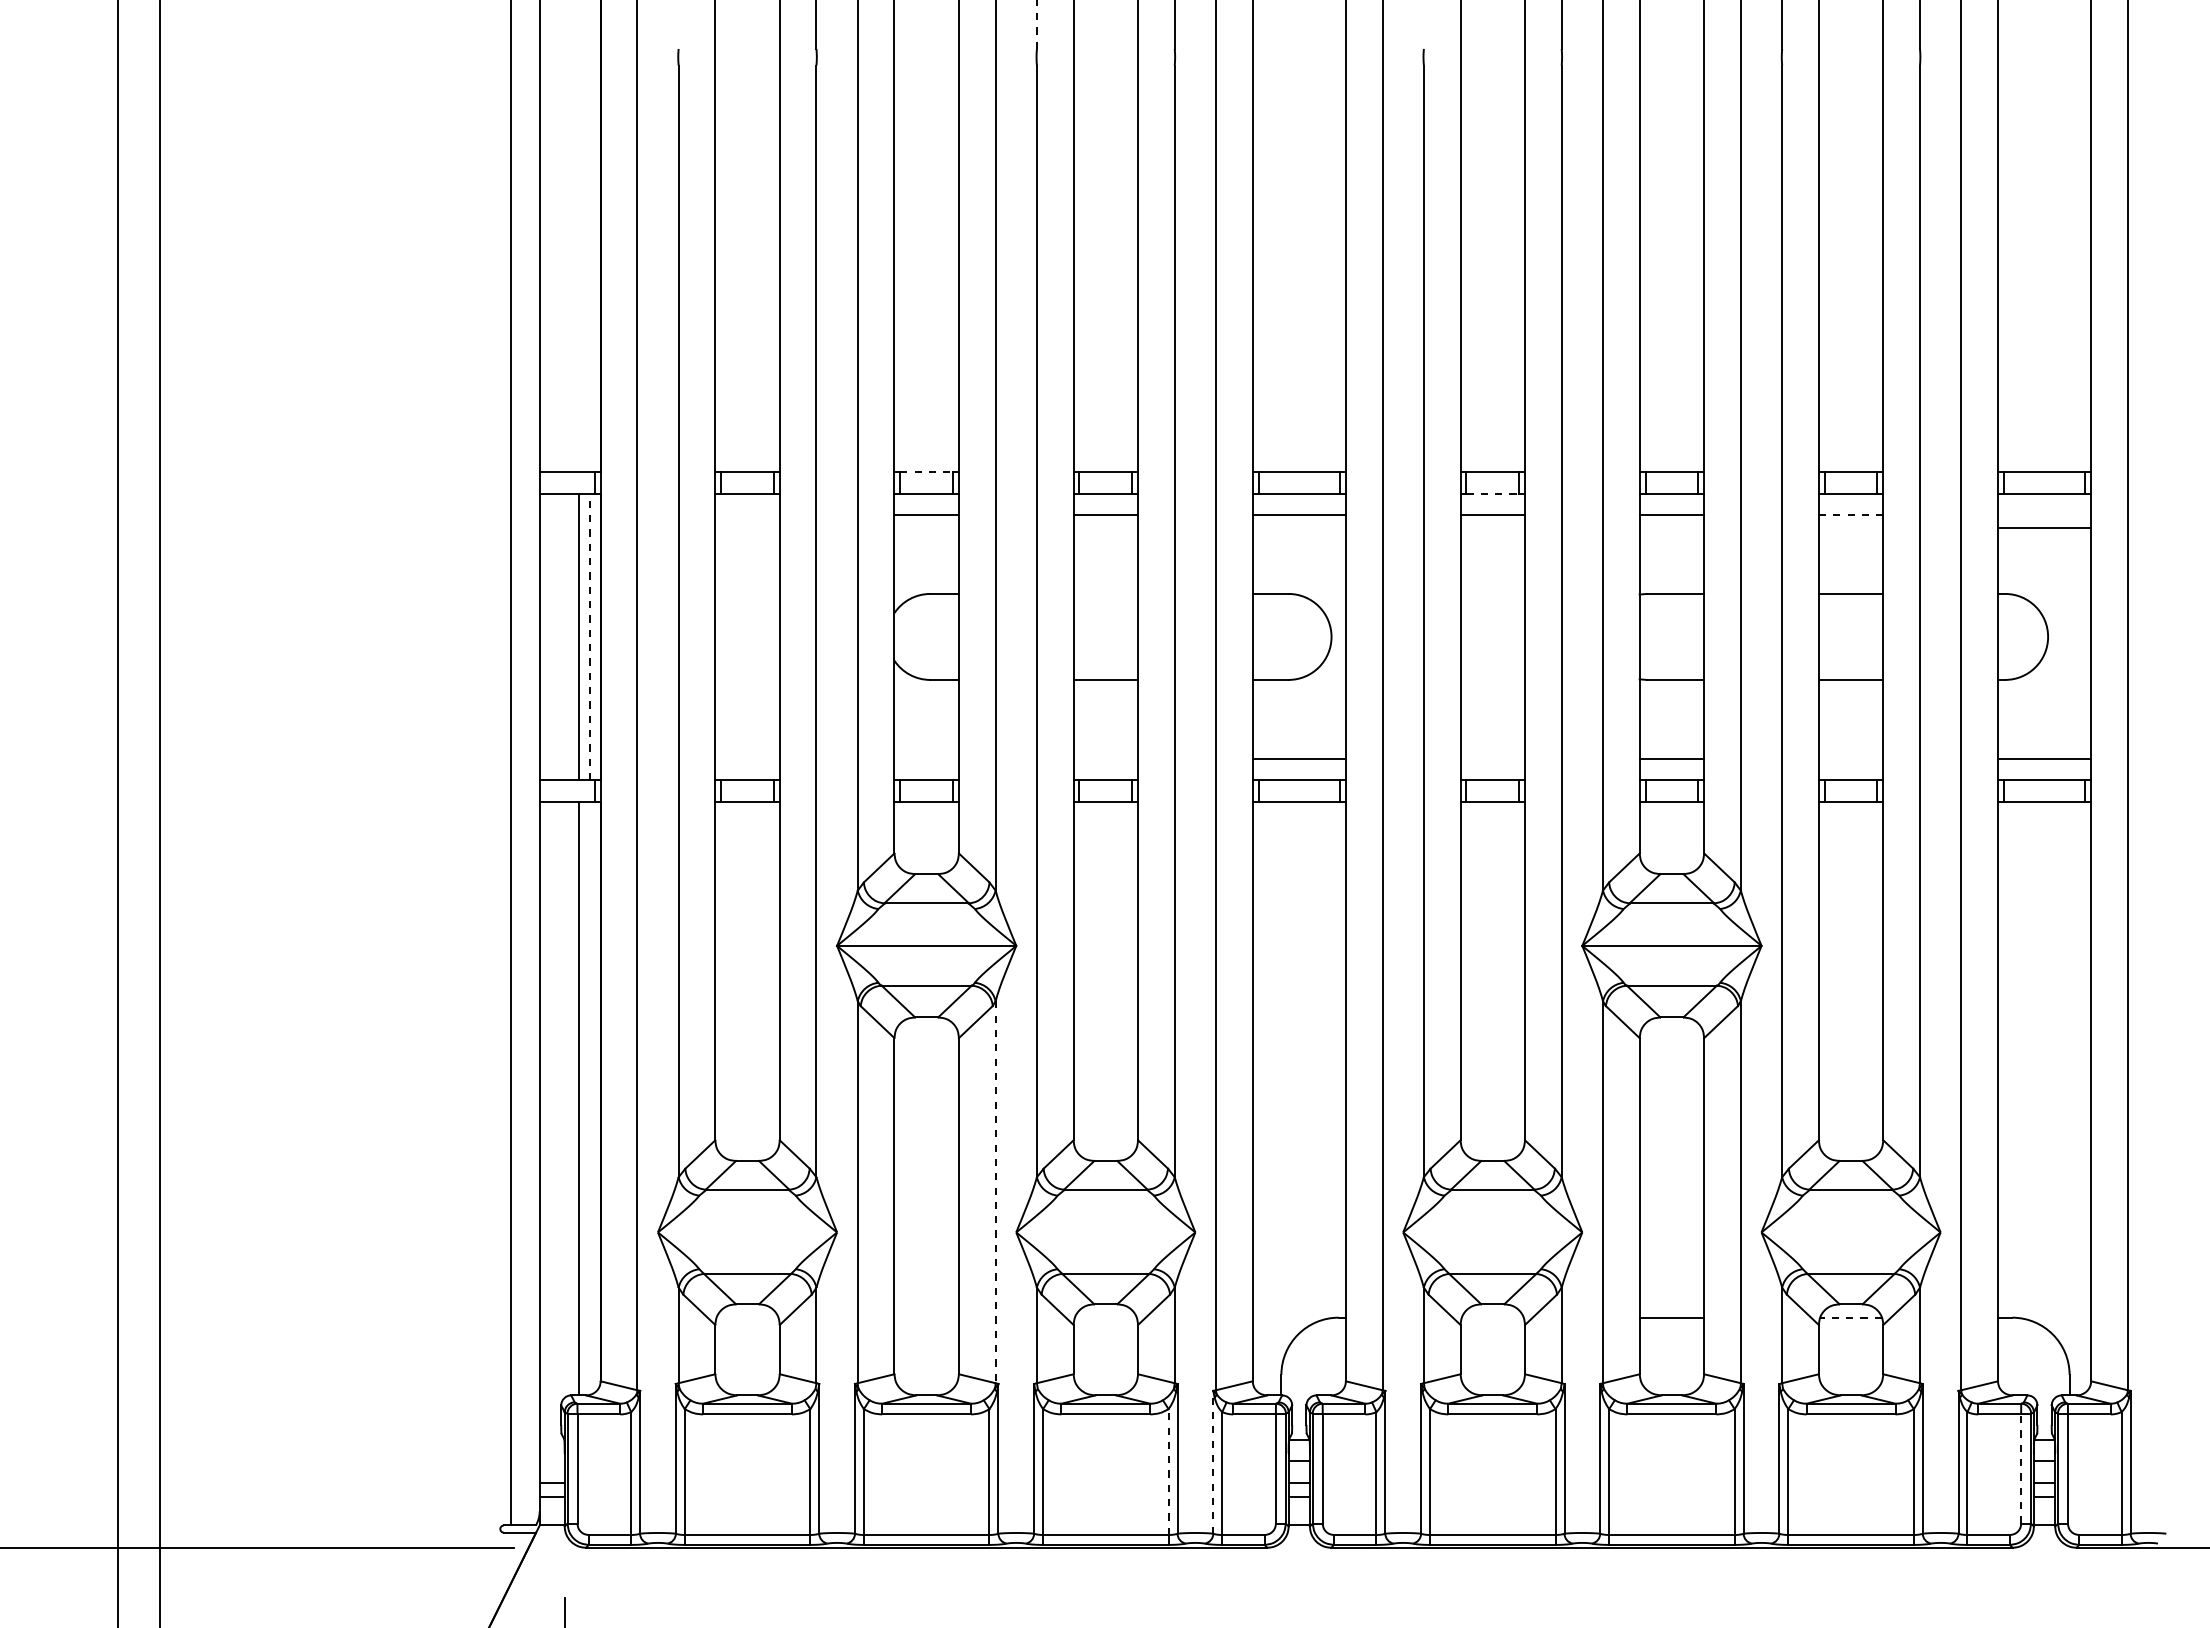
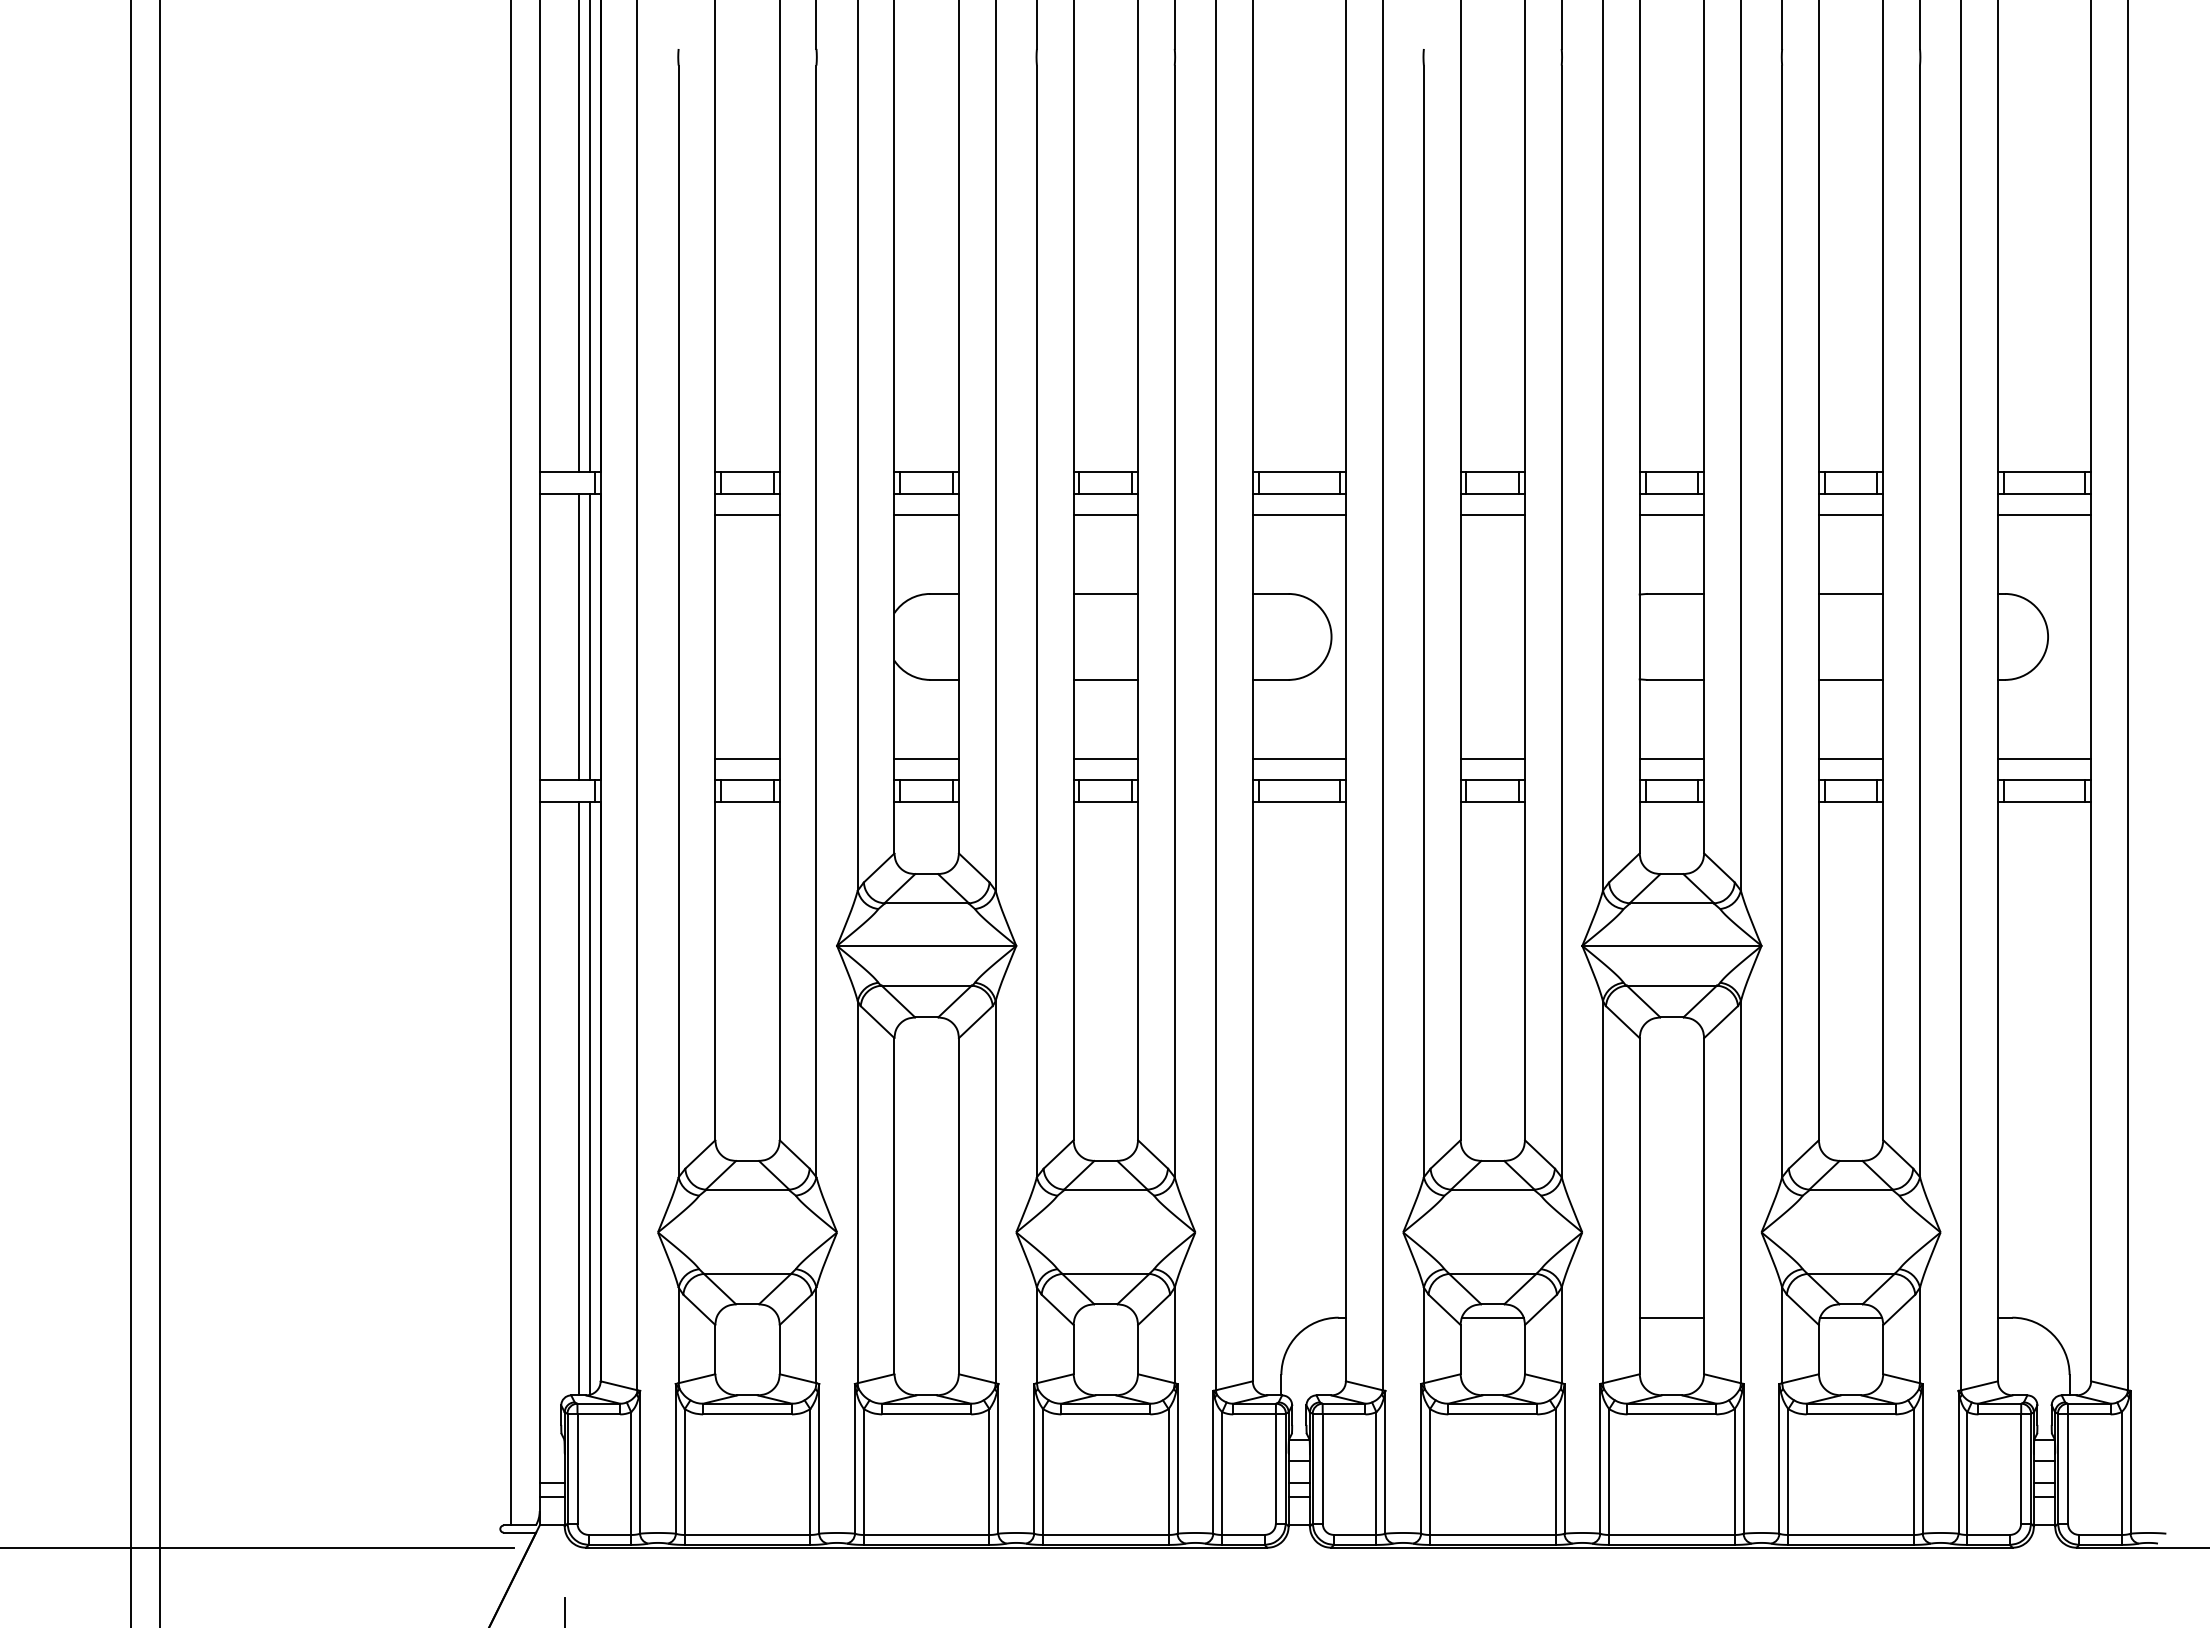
line at (1036, 24): dashed -> solid
line at (579, 237): none -> present
line at (589, 237): none -> present
line at (927, 472): dashed -> solid
line at (1493, 493): dashed -> solid
line at (747, 515): none -> present
line at (1851, 515): dashed -> solid
line at (2044, 528) position: (2044, 528) -> (2044, 515)
line at (1105, 593): none -> present
line at (589, 636): dashed -> solid
line at (747, 758): none -> present
line at (926, 758): none -> present
line at (1105, 758): none -> present
line at (1492, 758): none -> present
line at (1850, 758): none -> present
line at (118, 813) position: (118, 813) -> (131, 813)
line at (589, 1097): none -> present
line at (995, 1192): dashed -> solid
line at (1492, 1317): none -> present
line at (1851, 1317): dashed -> solid
line at (1213, 1461): dashed -> solid
line at (2021, 1469): dashed -> solid
line at (1168, 1472): dashed -> solid
